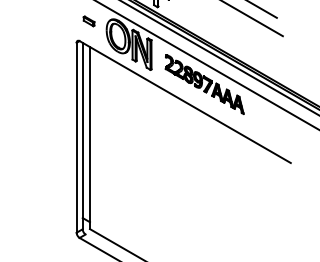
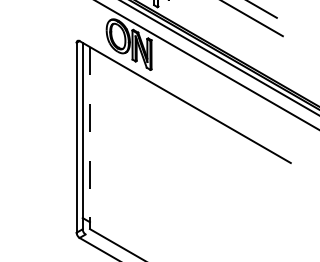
part at (88, 21): present -> none
part at (204, 84): present -> none
line at (89, 138): solid -> dashed
